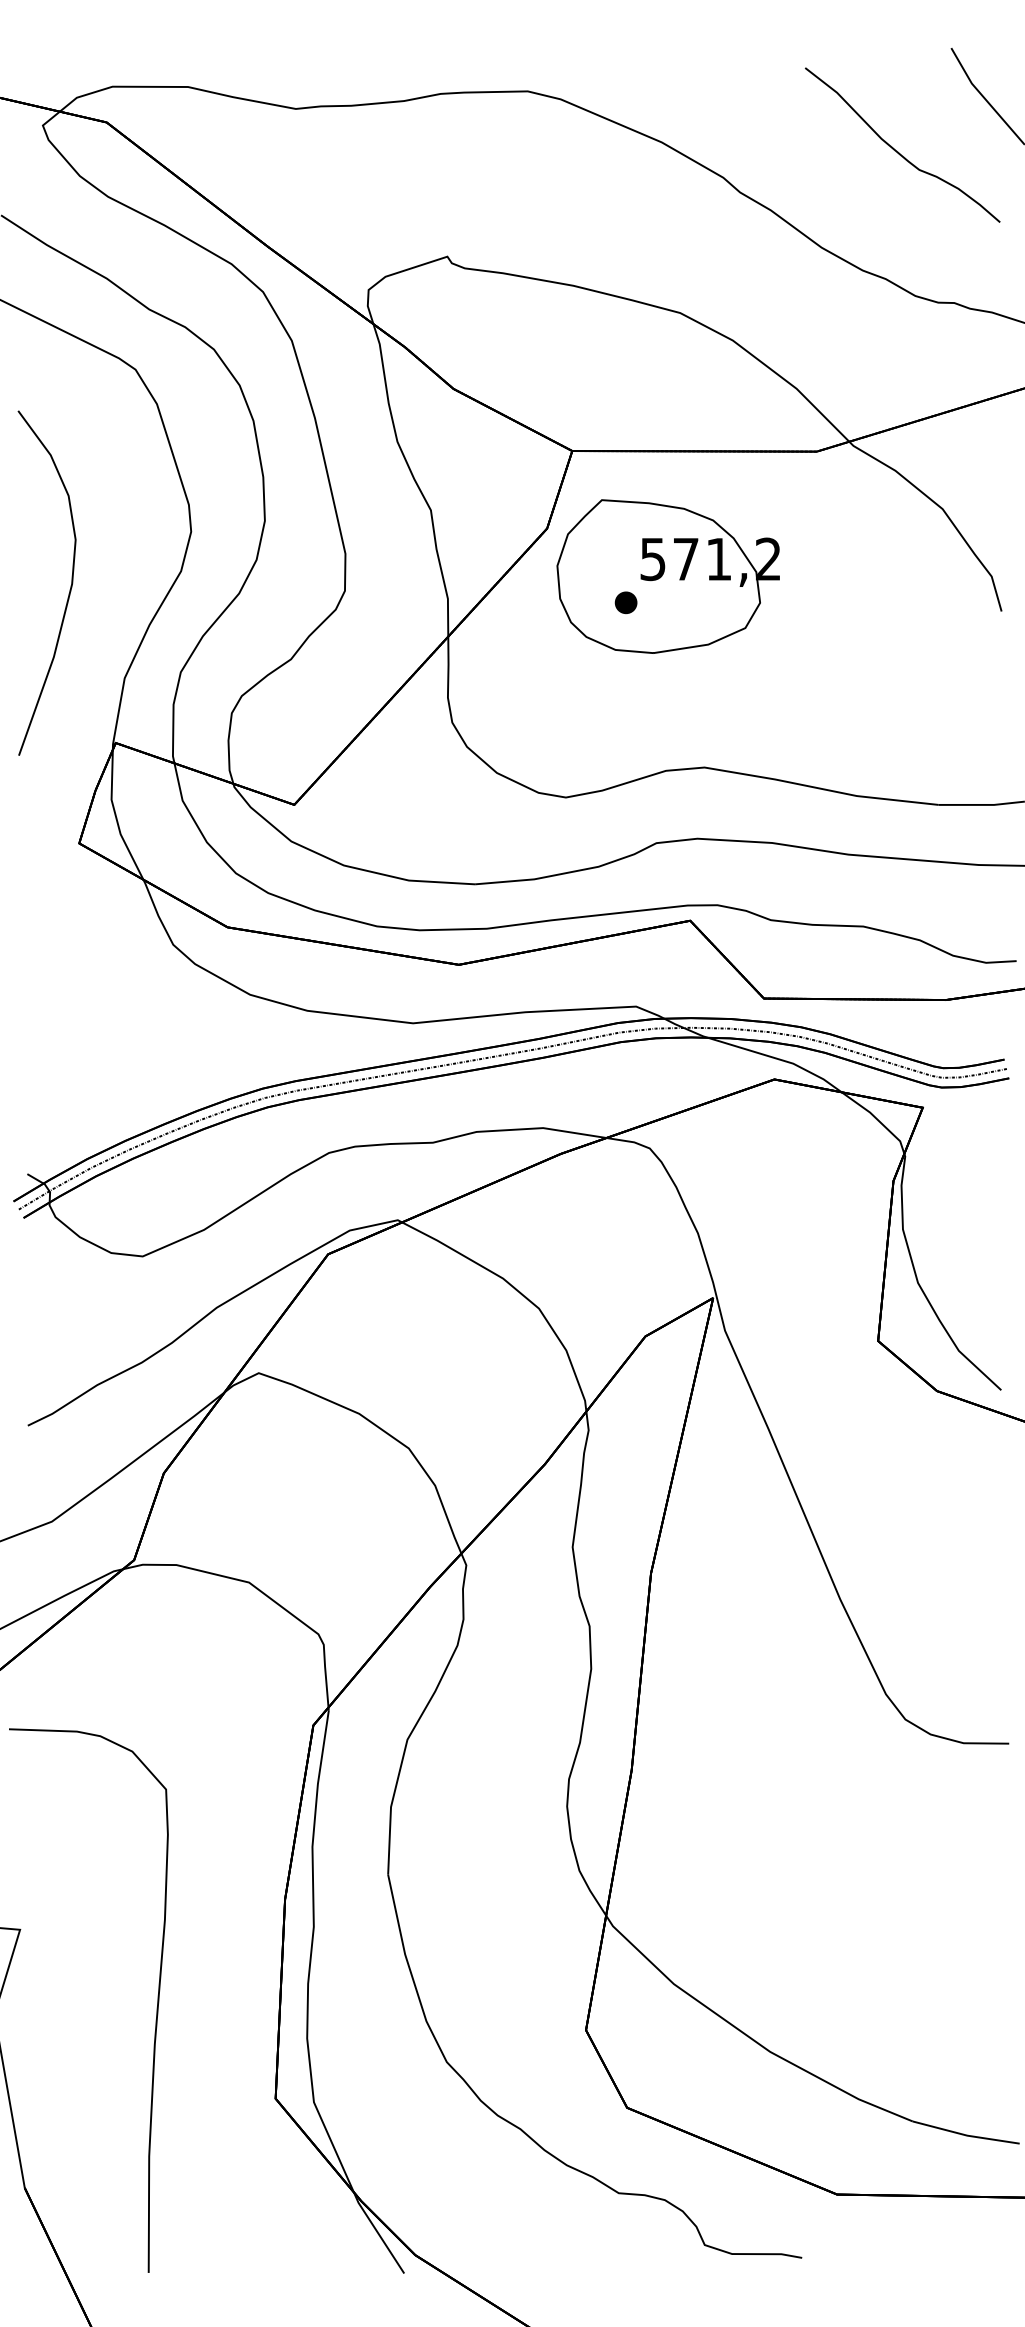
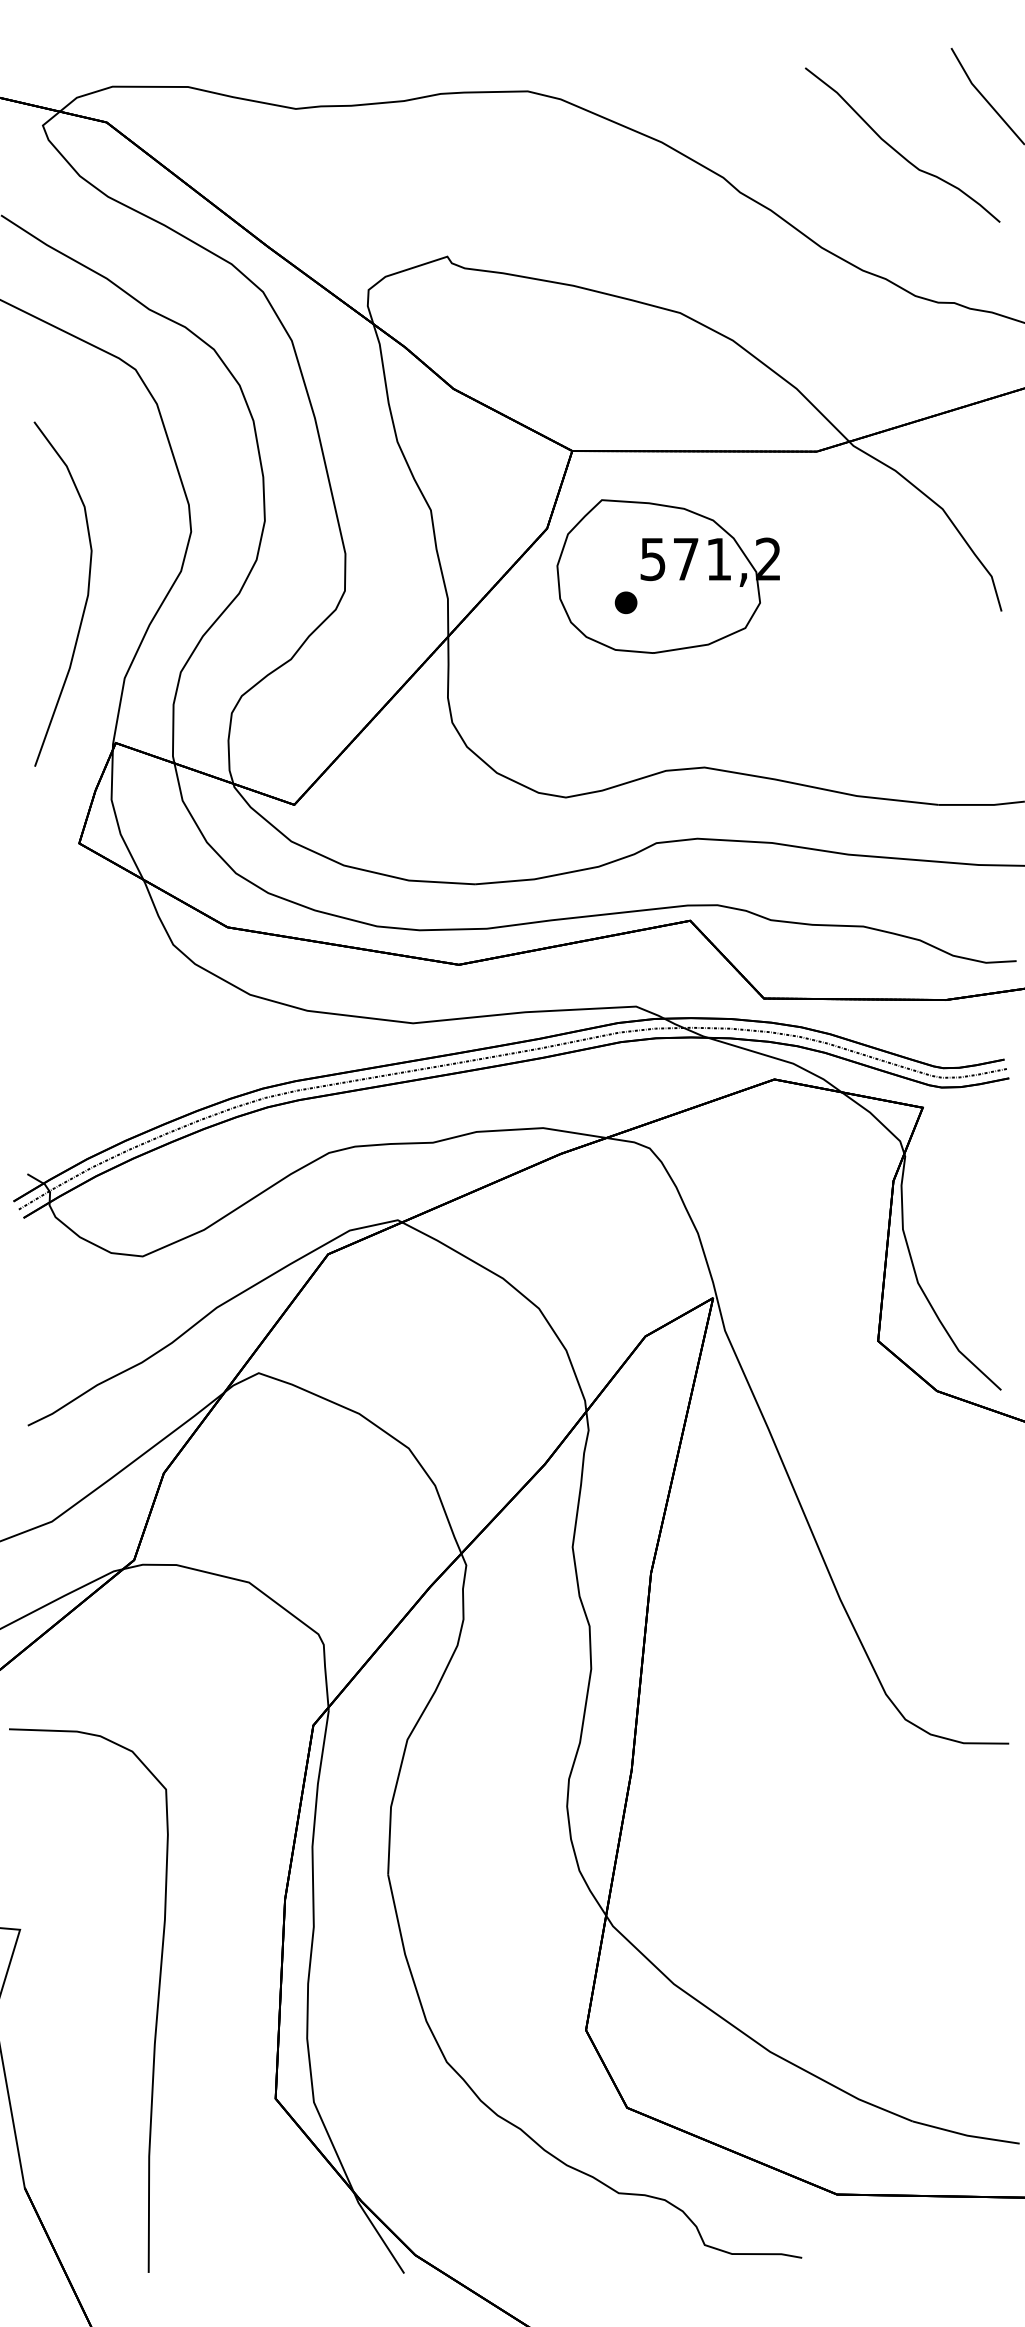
curve at (69, 589) position: (69, 589) -> (85, 600)
